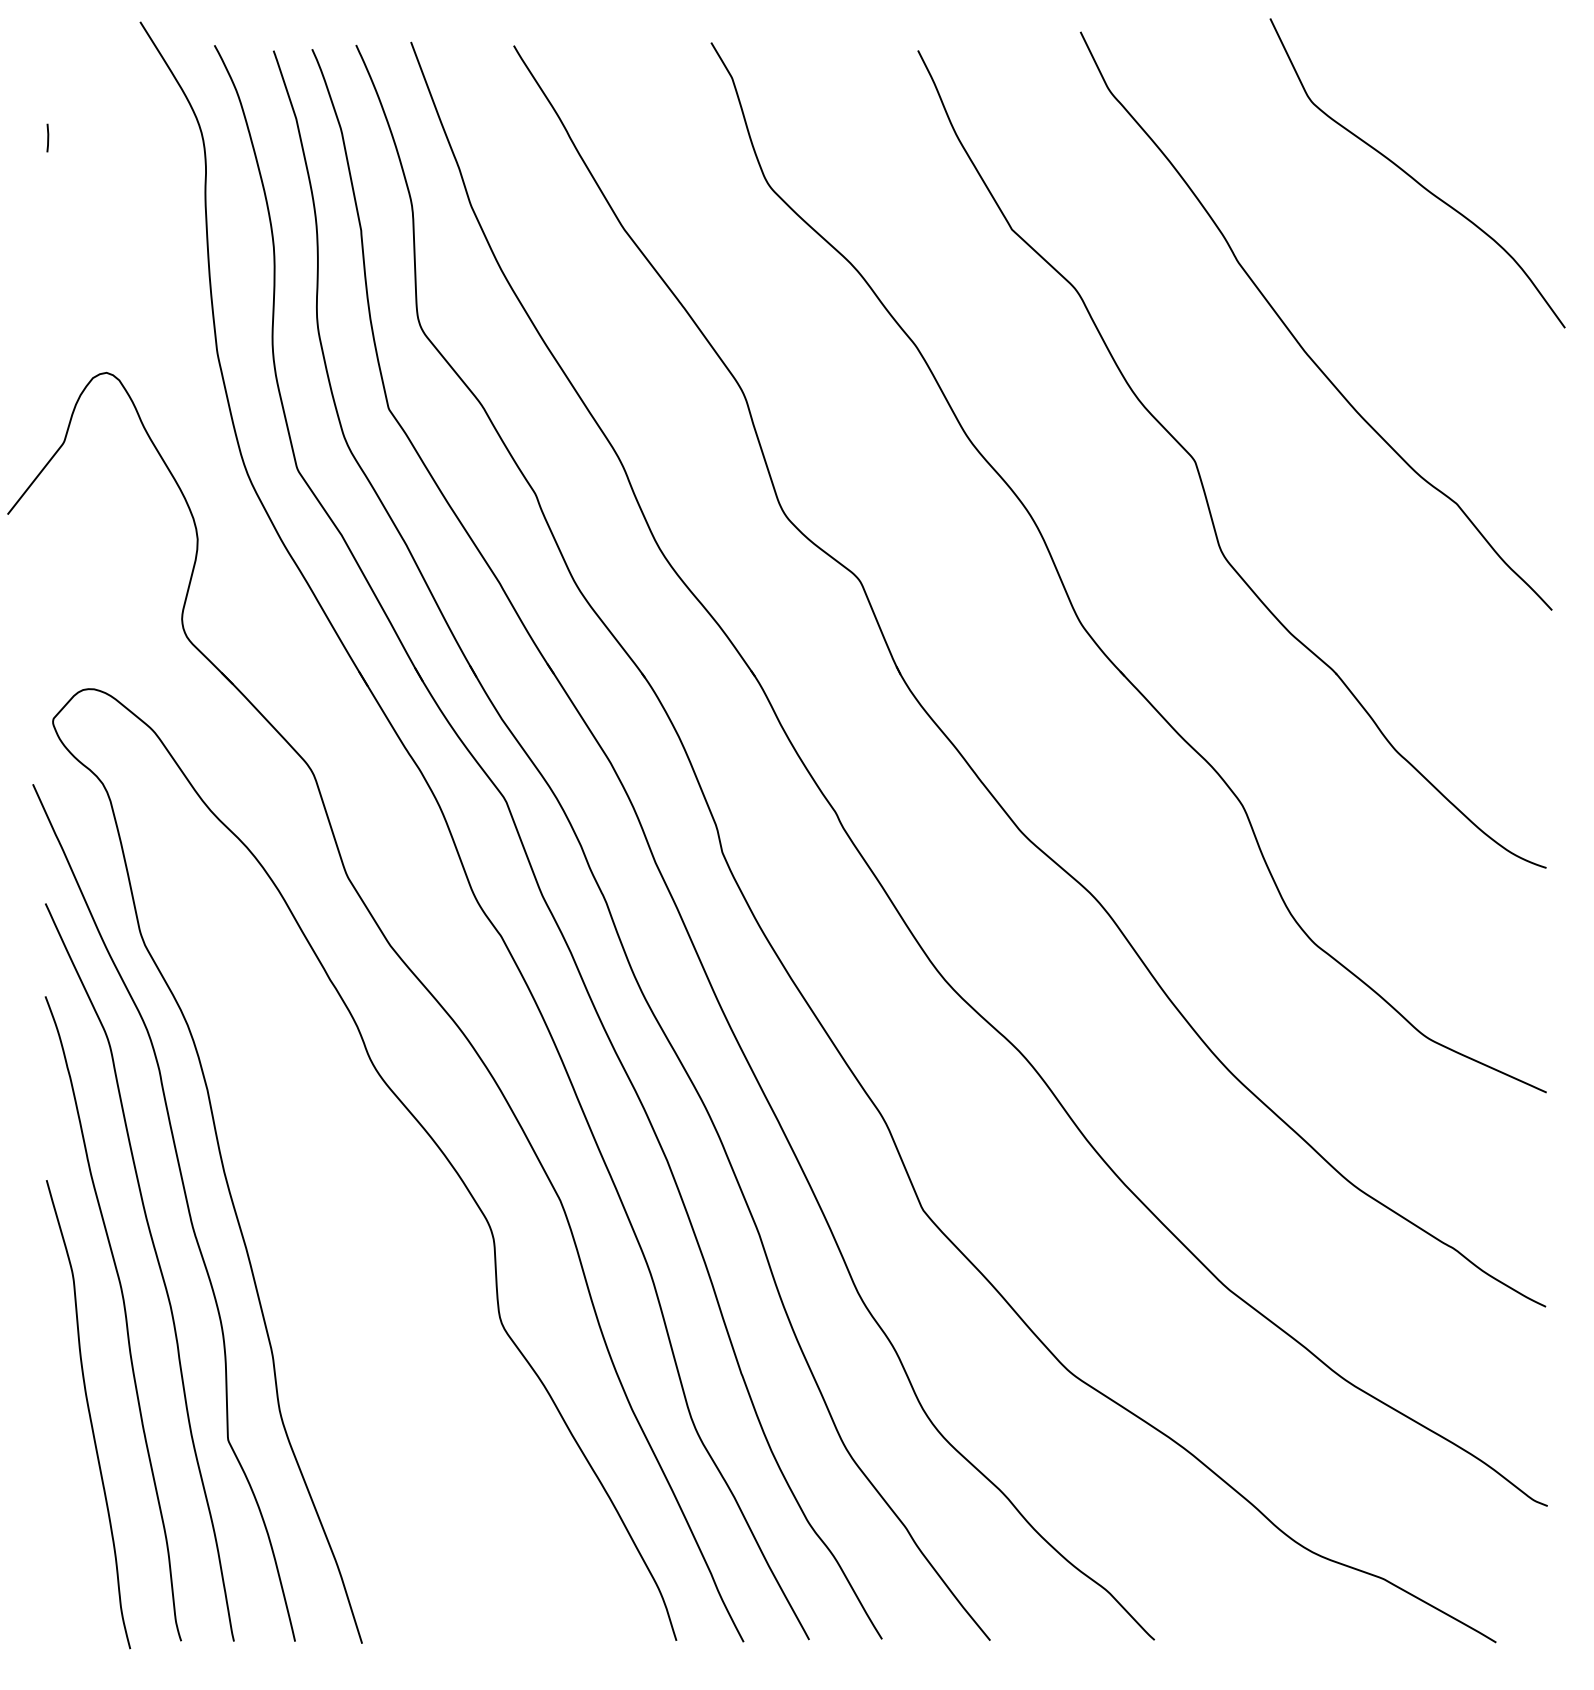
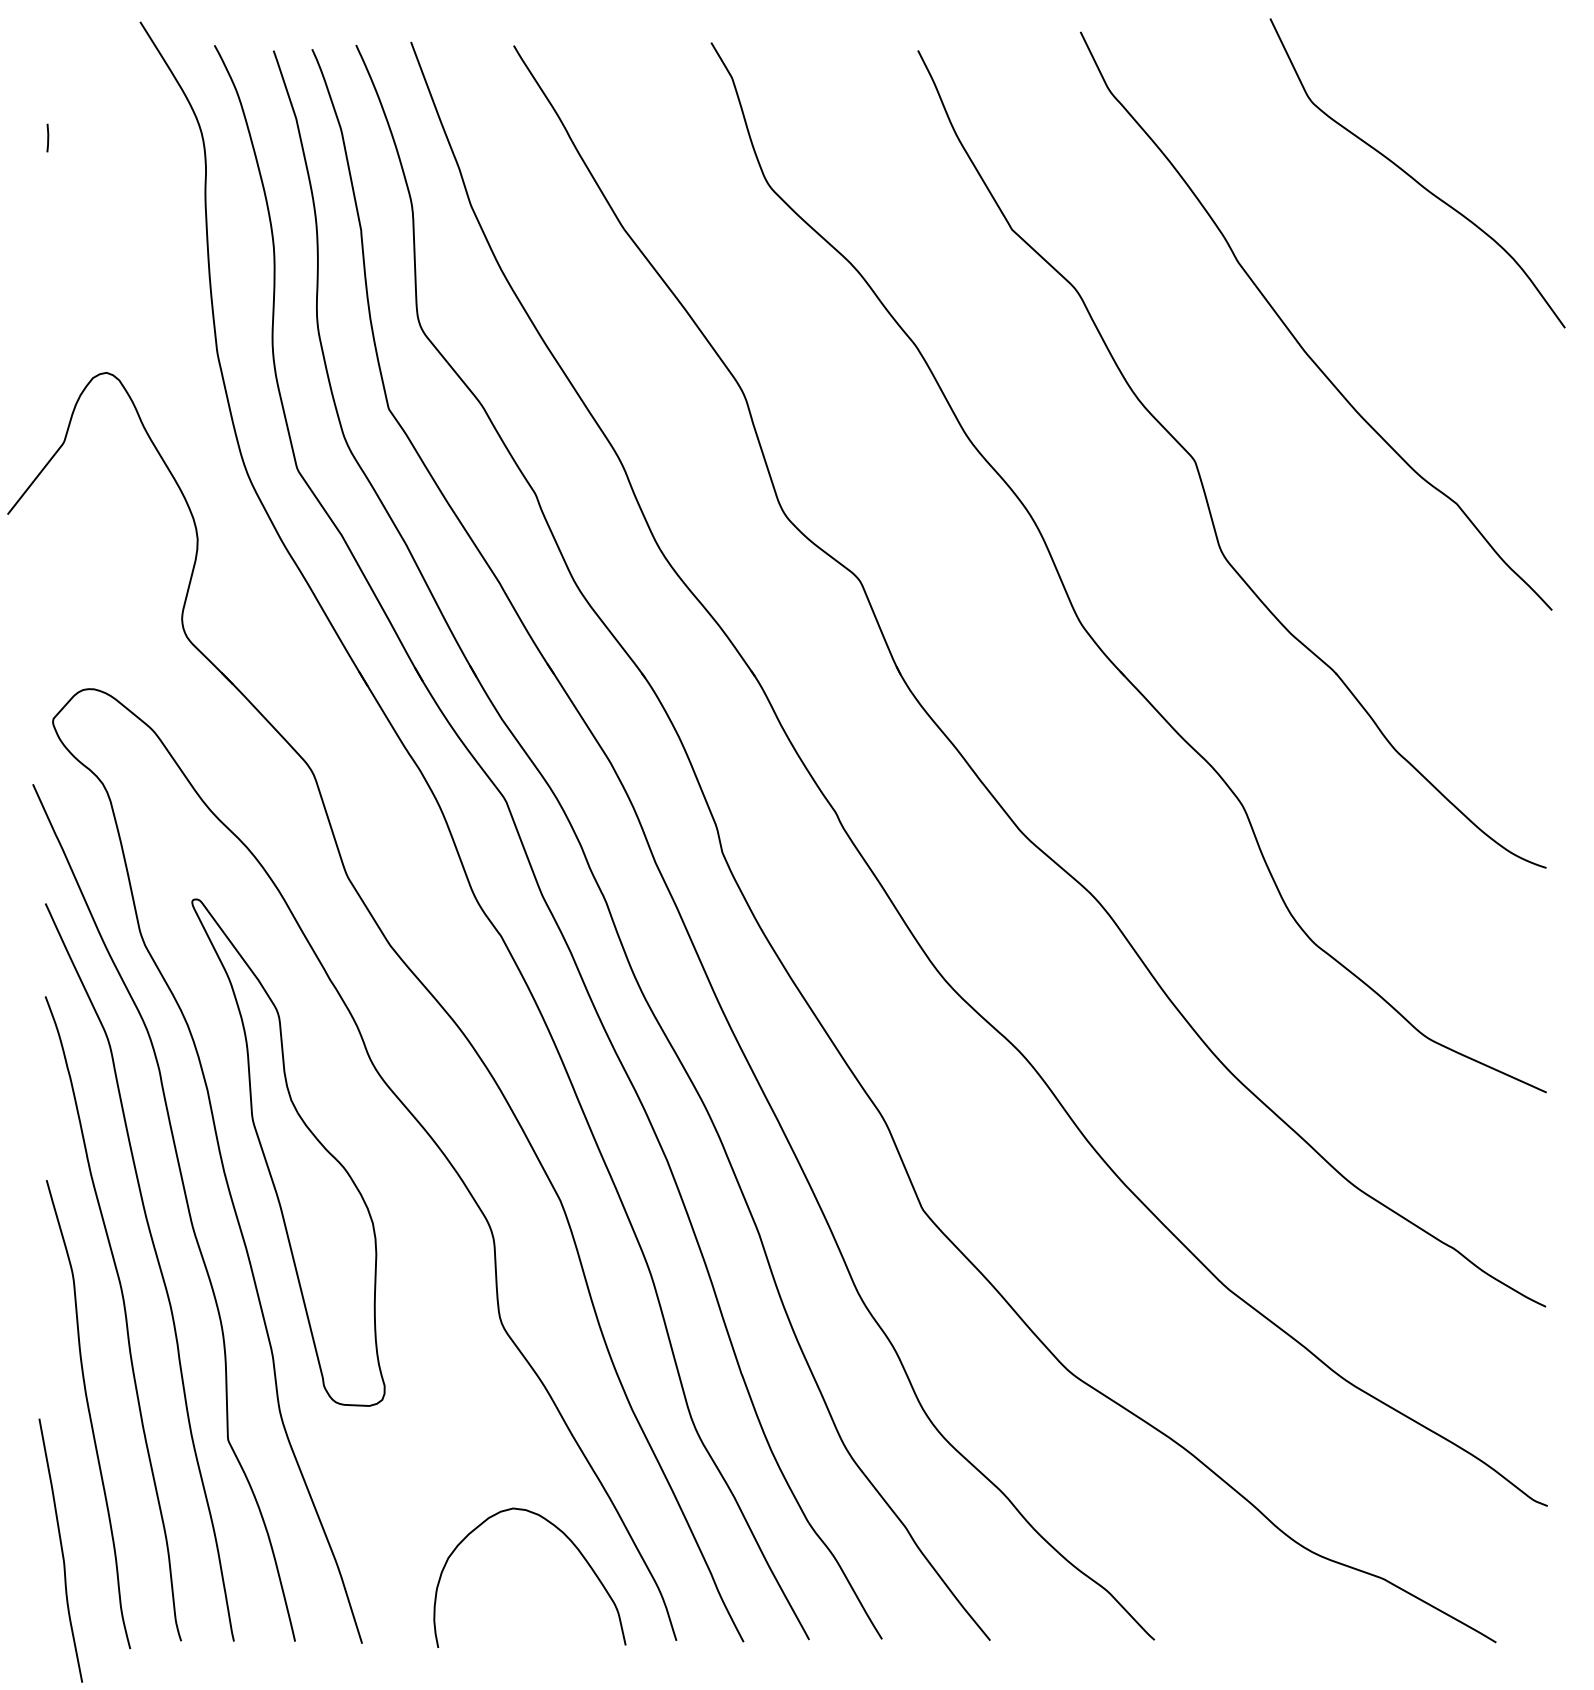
part at (288, 1152): none -> present
curve at (572, 1544): none -> present
curve at (61, 1550): none -> present
